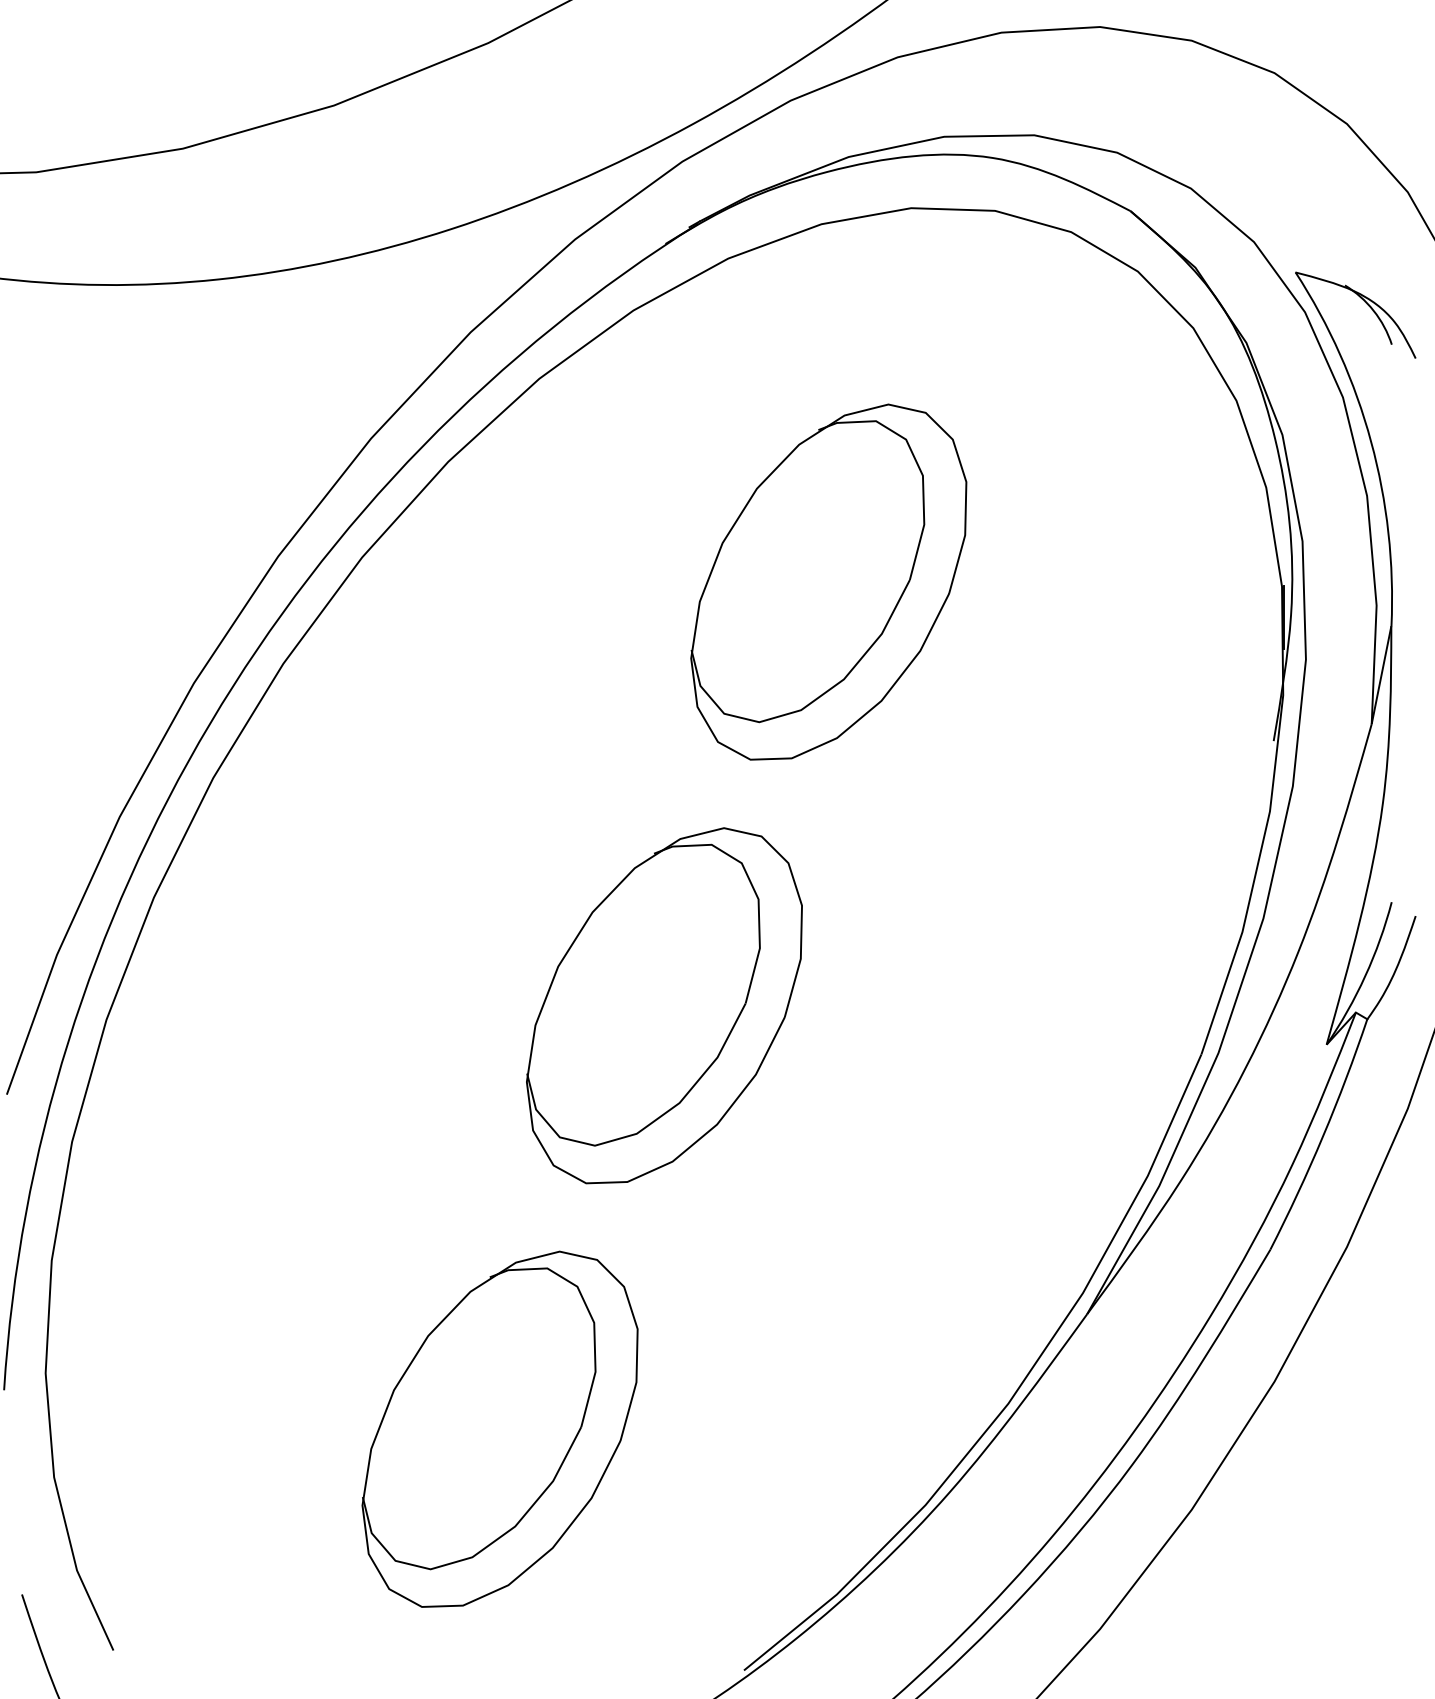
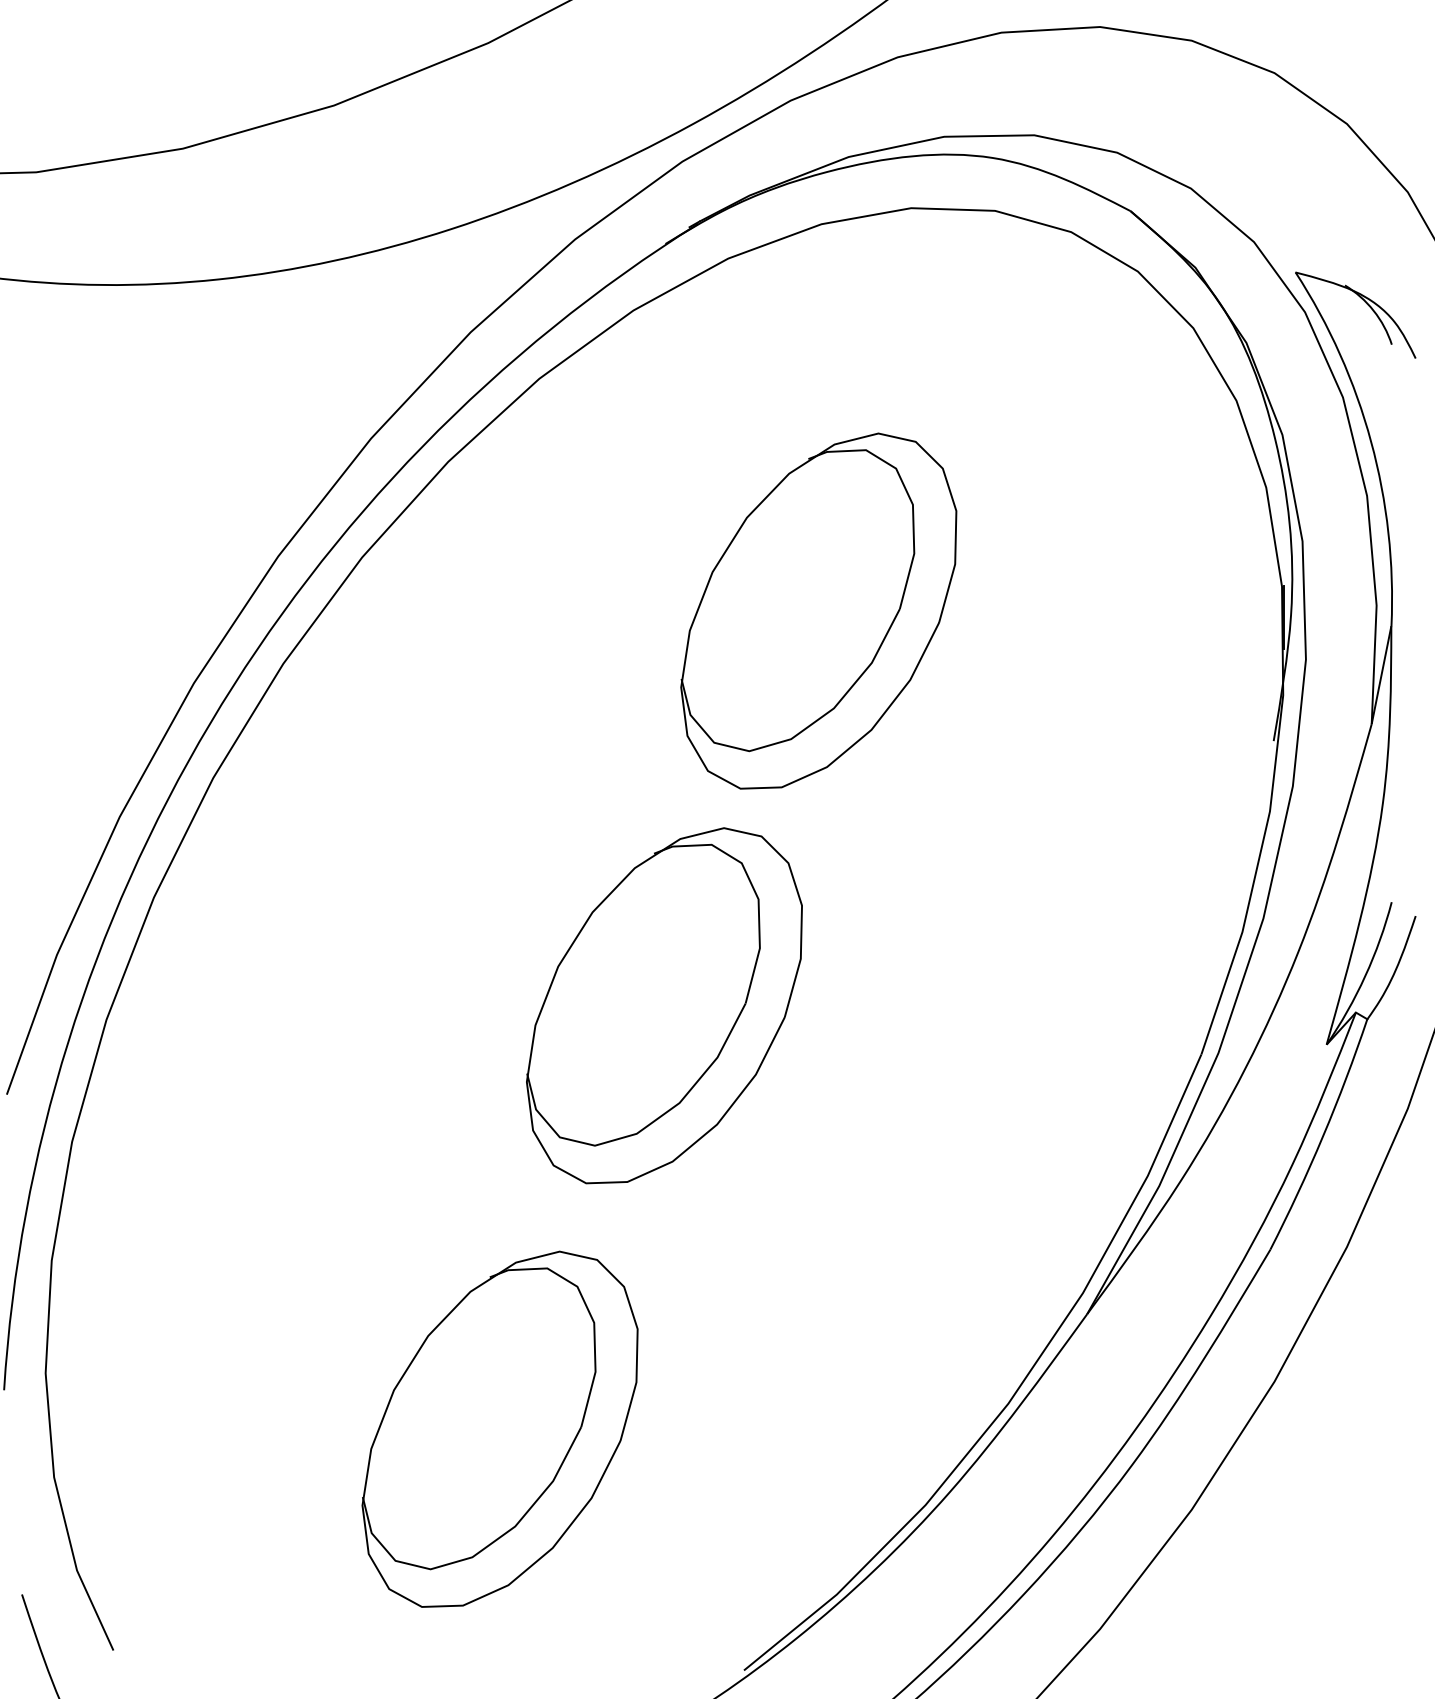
part at (828, 581) position: (828, 581) -> (818, 610)
